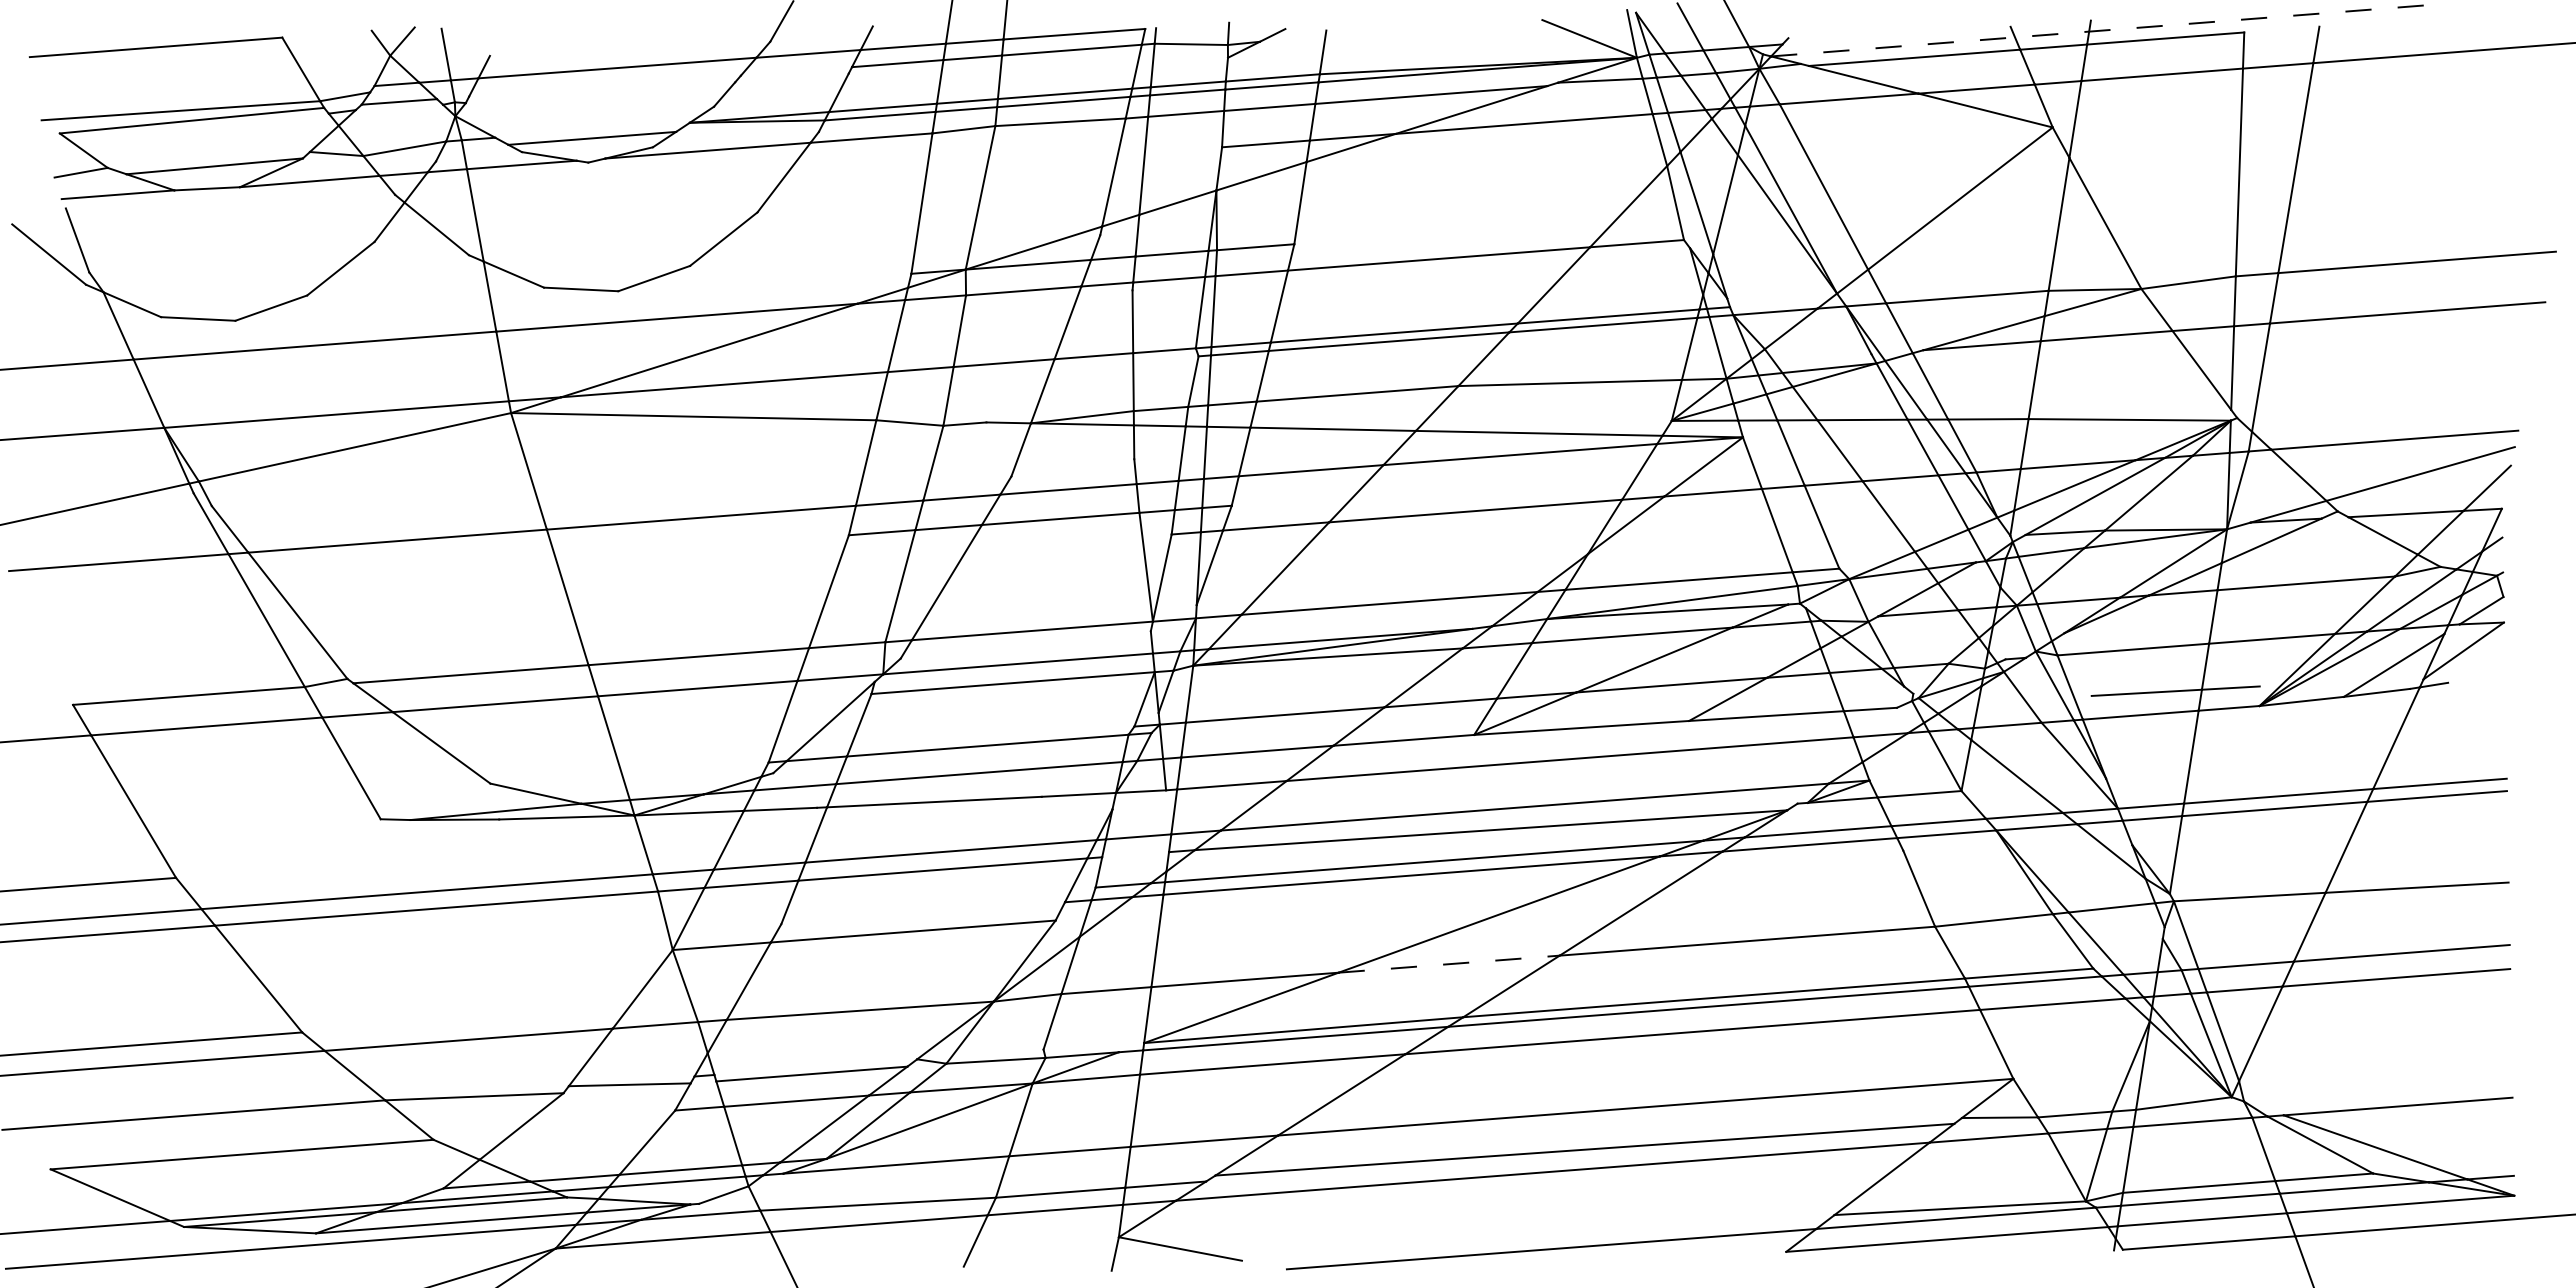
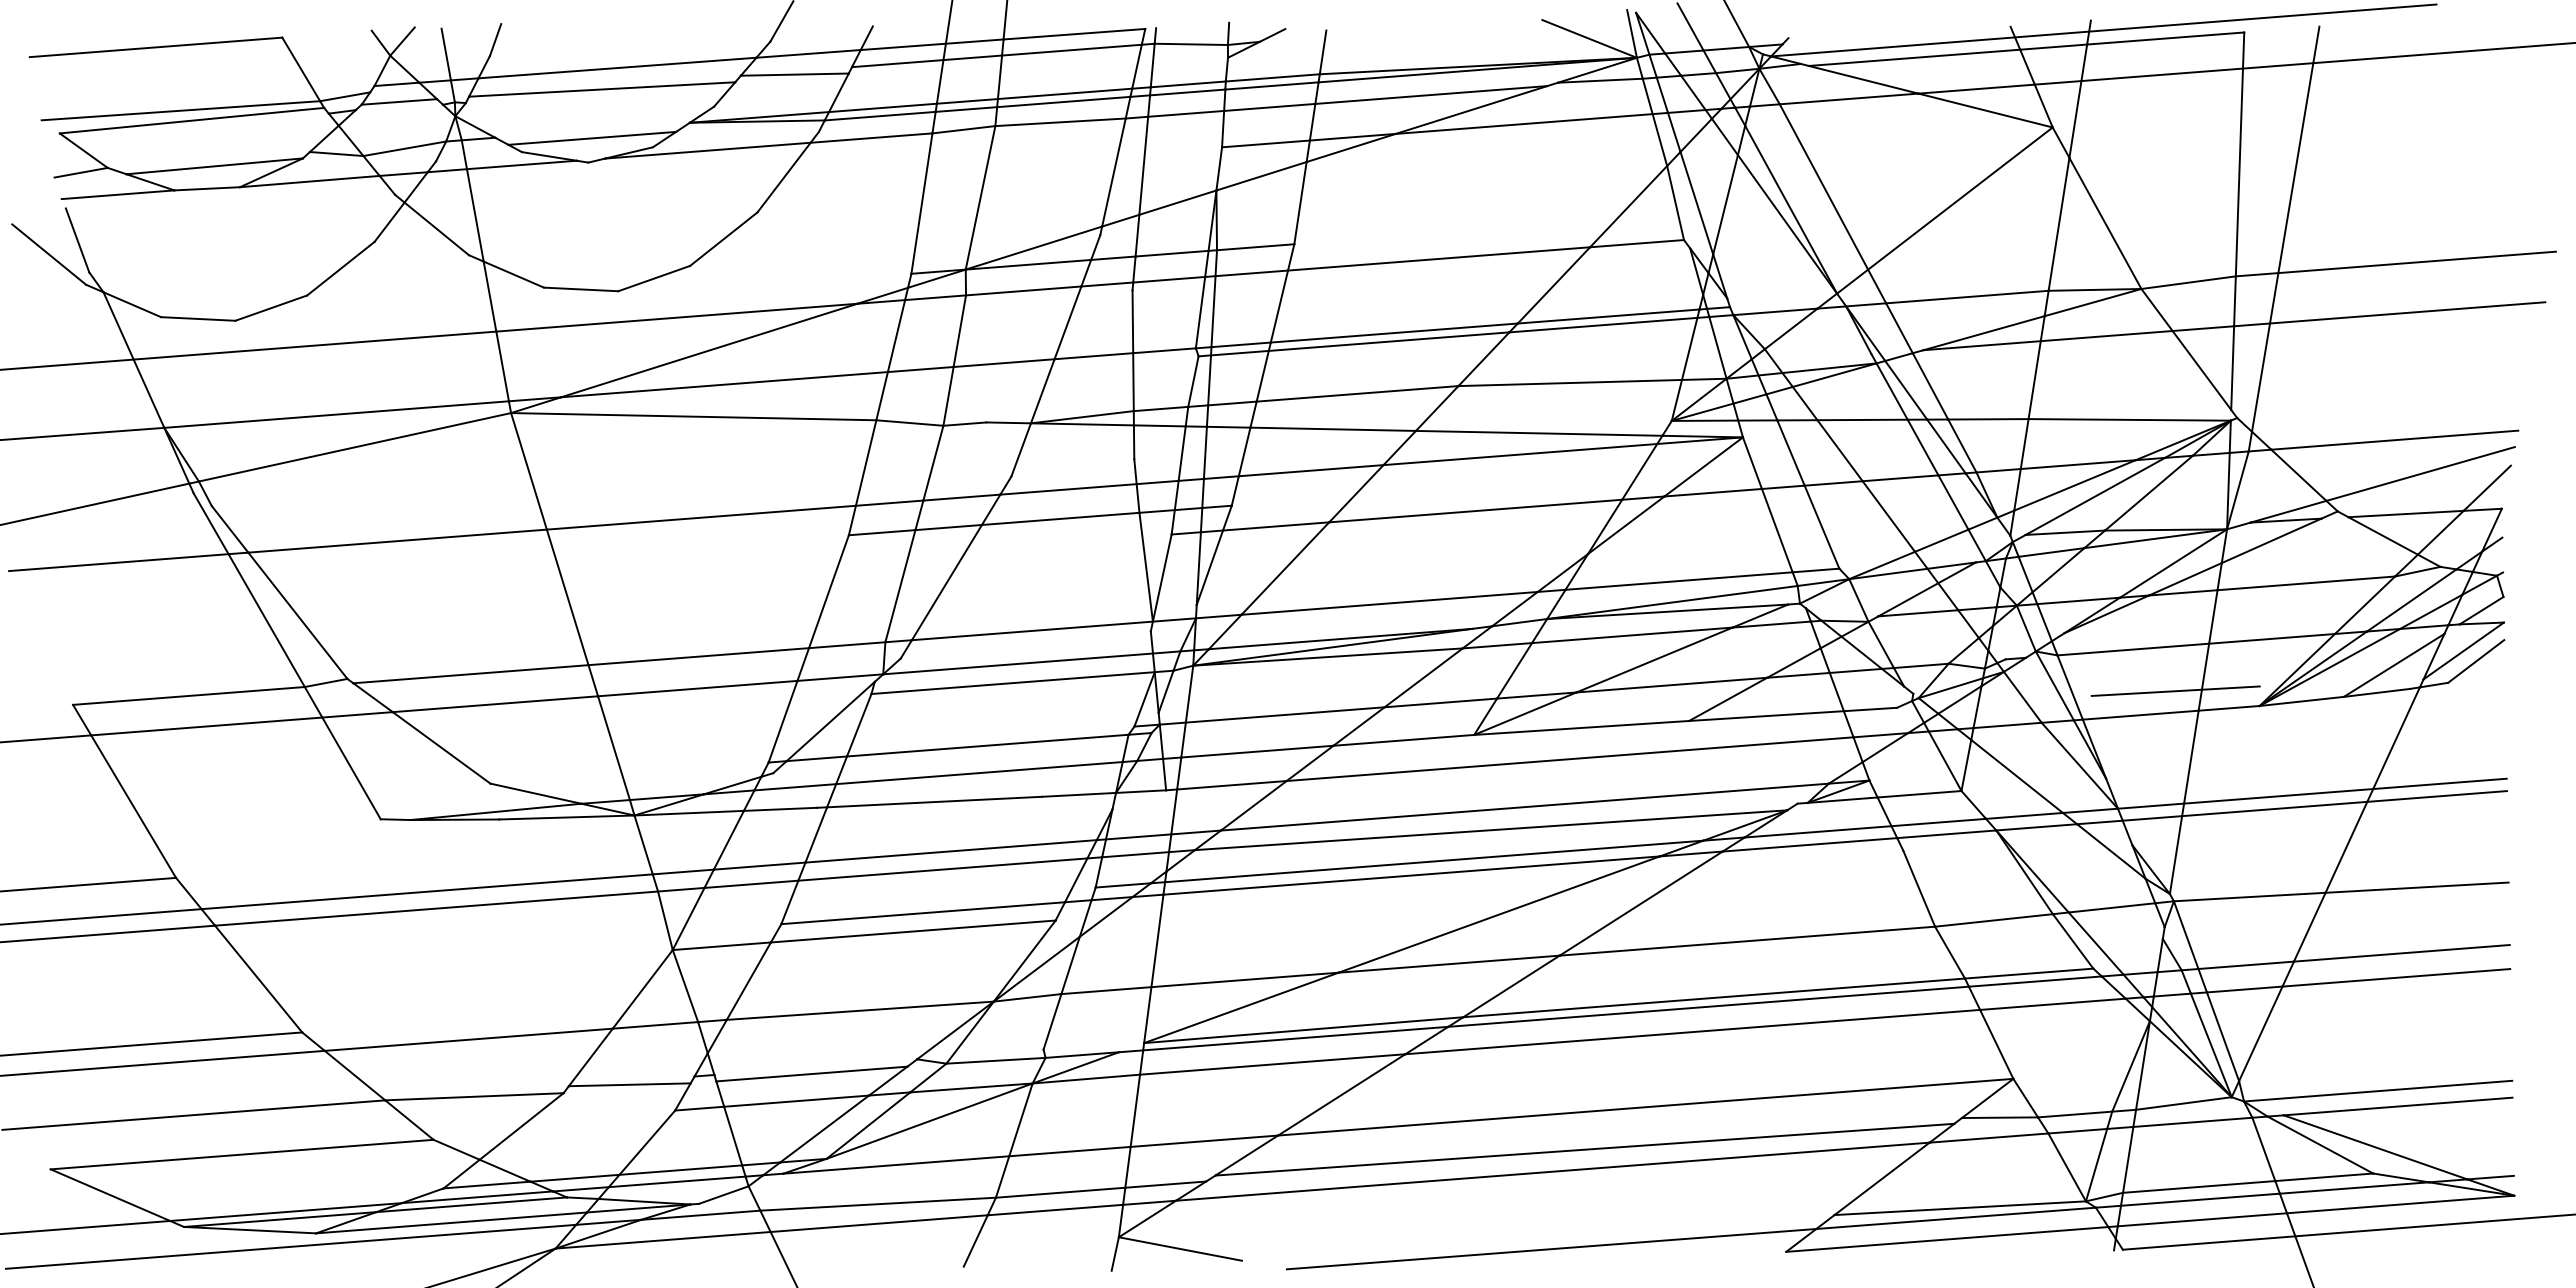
line at (2103, 30): dashed -> solid
line at (495, 39): none -> present
line at (794, 74): none -> present
line at (602, 89): none -> present
line at (2476, 661): none -> present
line at (1135, 854): none -> present
line at (923, 913): none -> present
line at (1449, 964): dashed -> solid
line at (2378, 1090): none -> present
